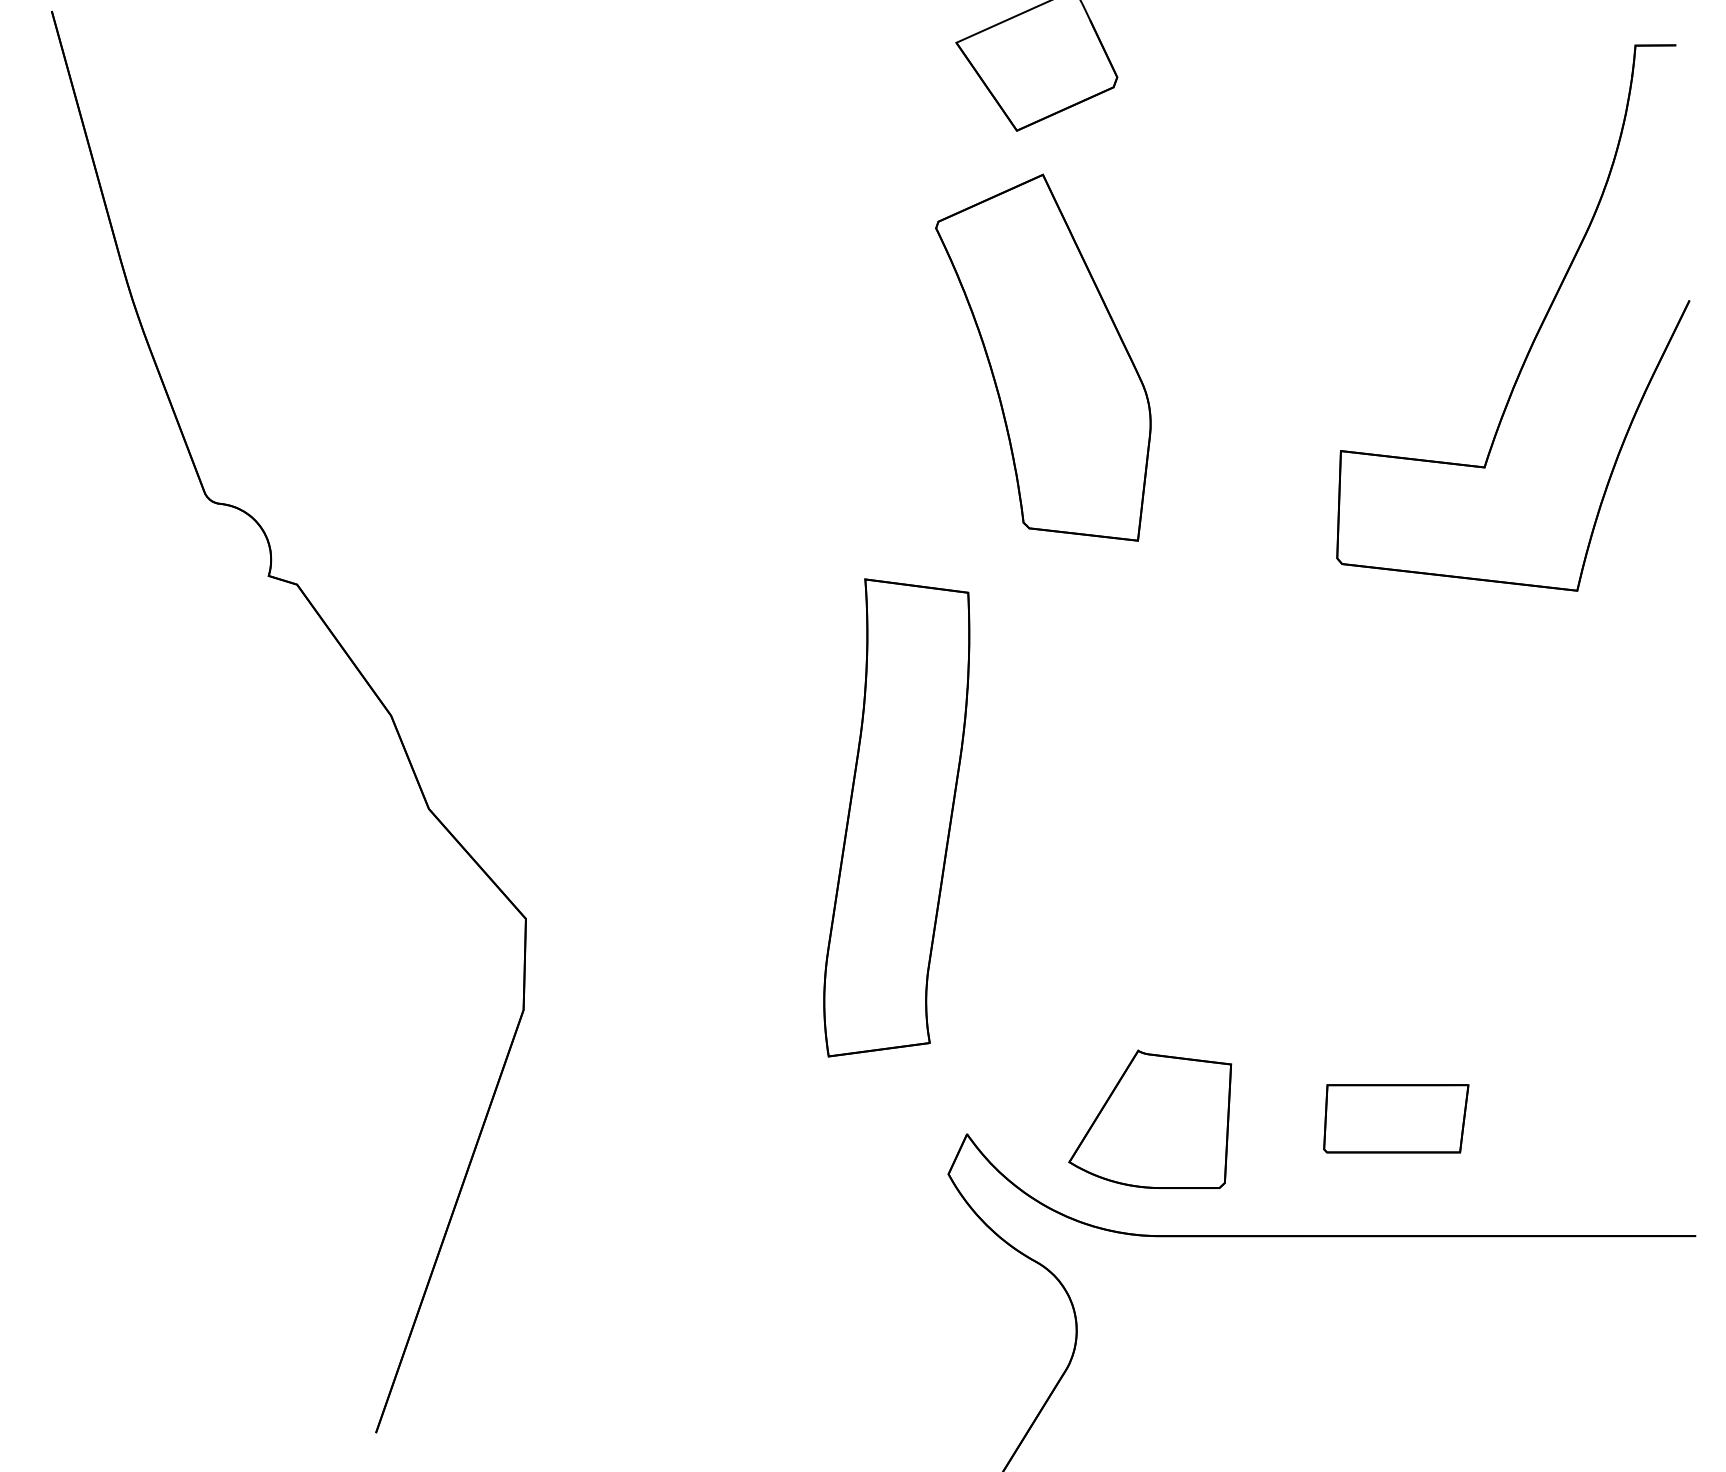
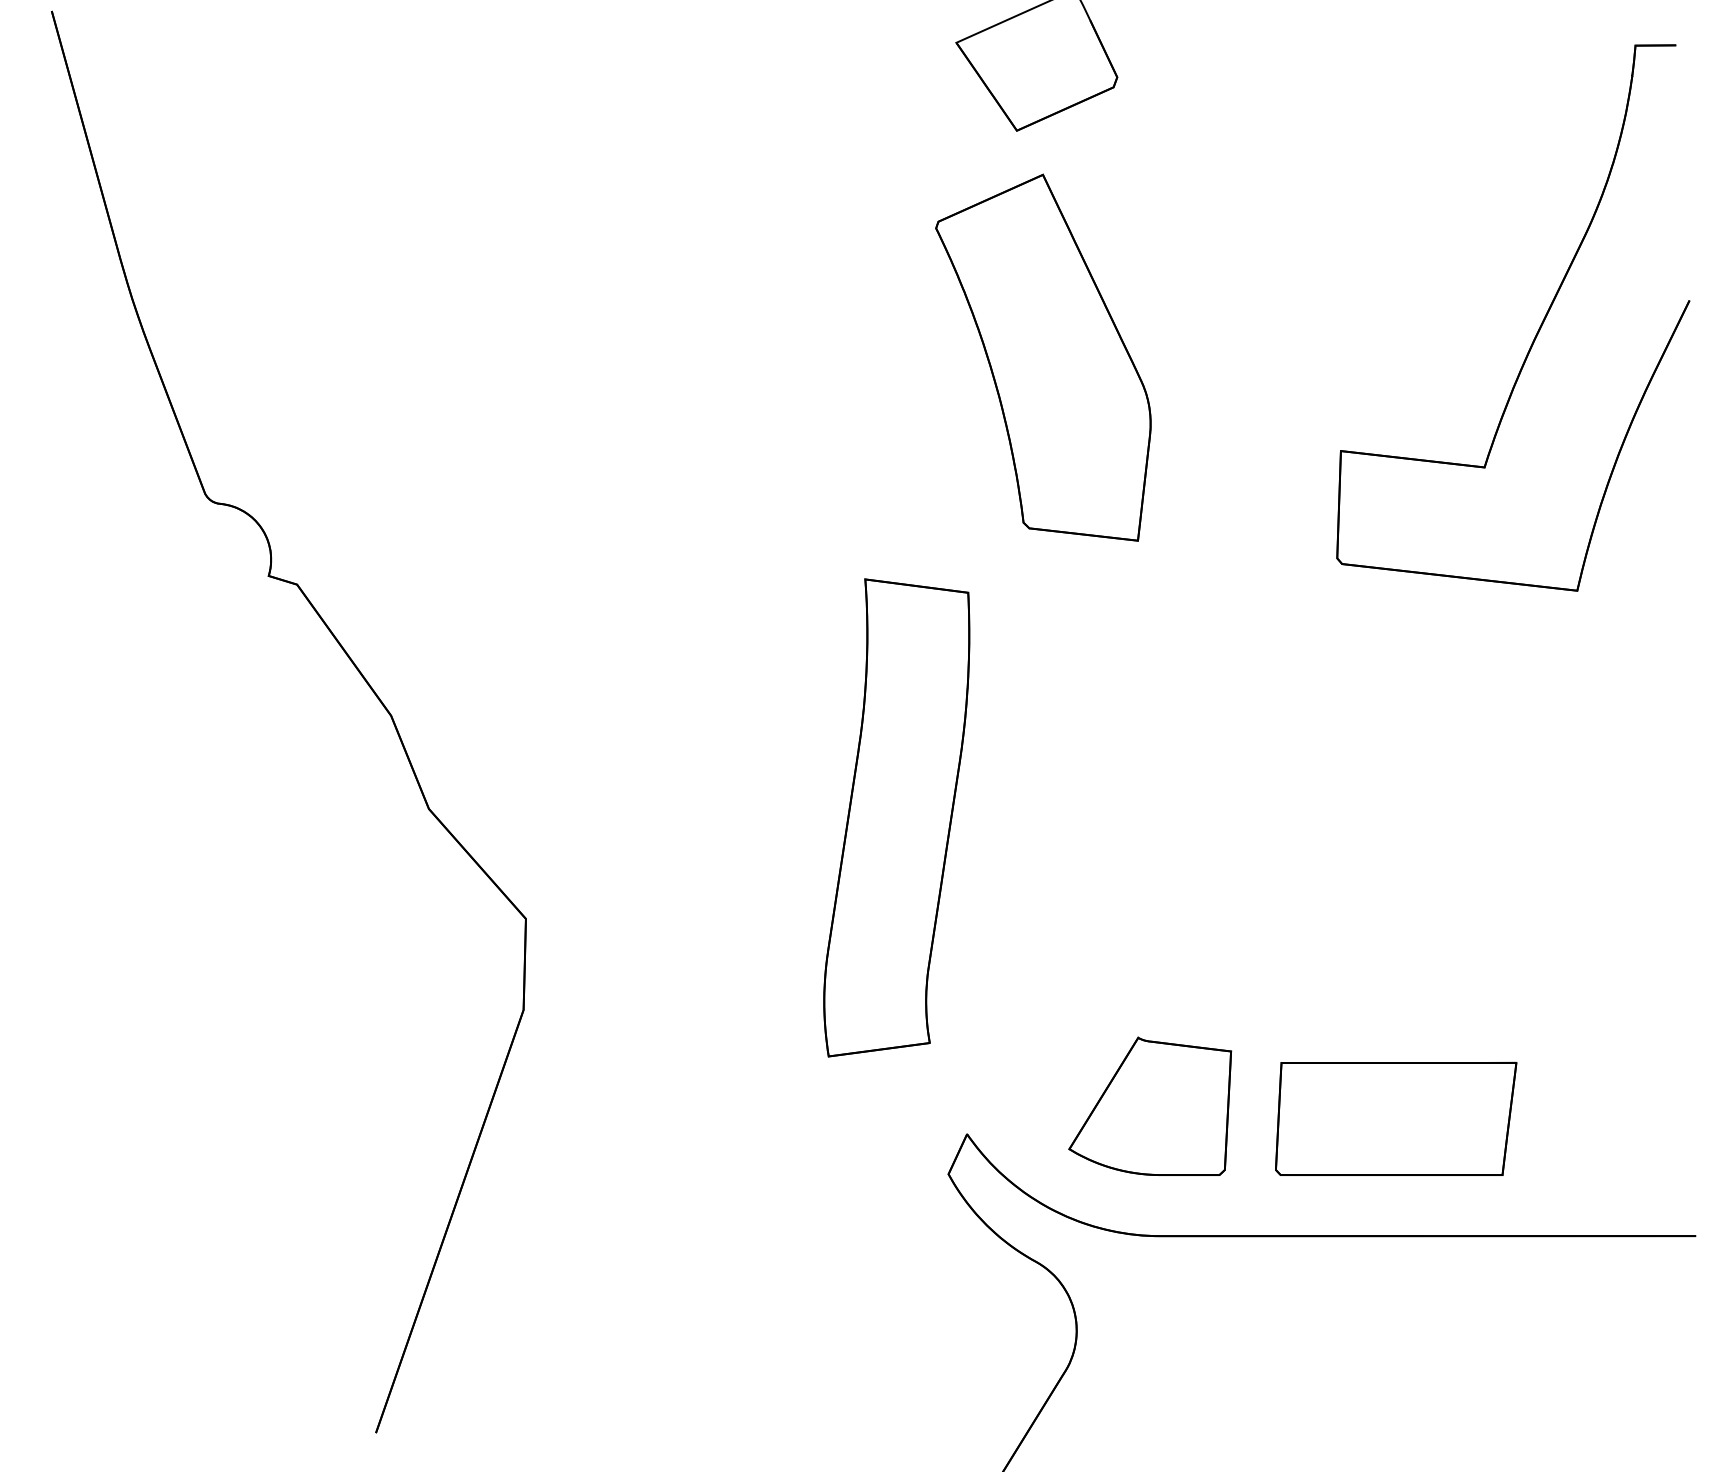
part at (1150, 1118) position: (1150, 1118) -> (1150, 1105)
part at (1396, 1118) size: 147x70 px -> 243x115 px
